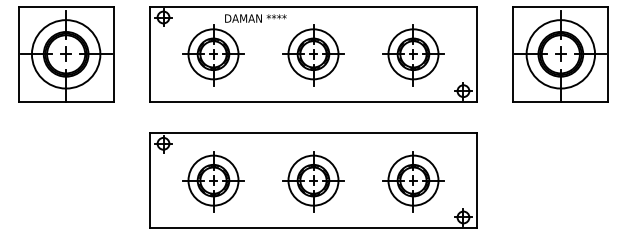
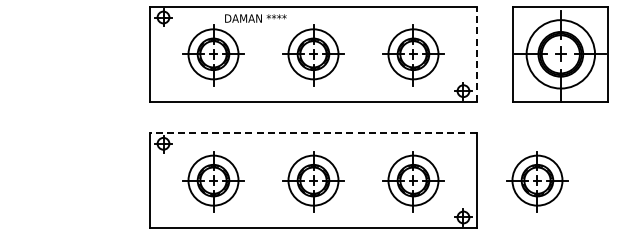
line at (476, 53): solid -> dashed
part at (66, 54): present -> none
line at (313, 133): solid -> dashed
part at (537, 181): none -> present
